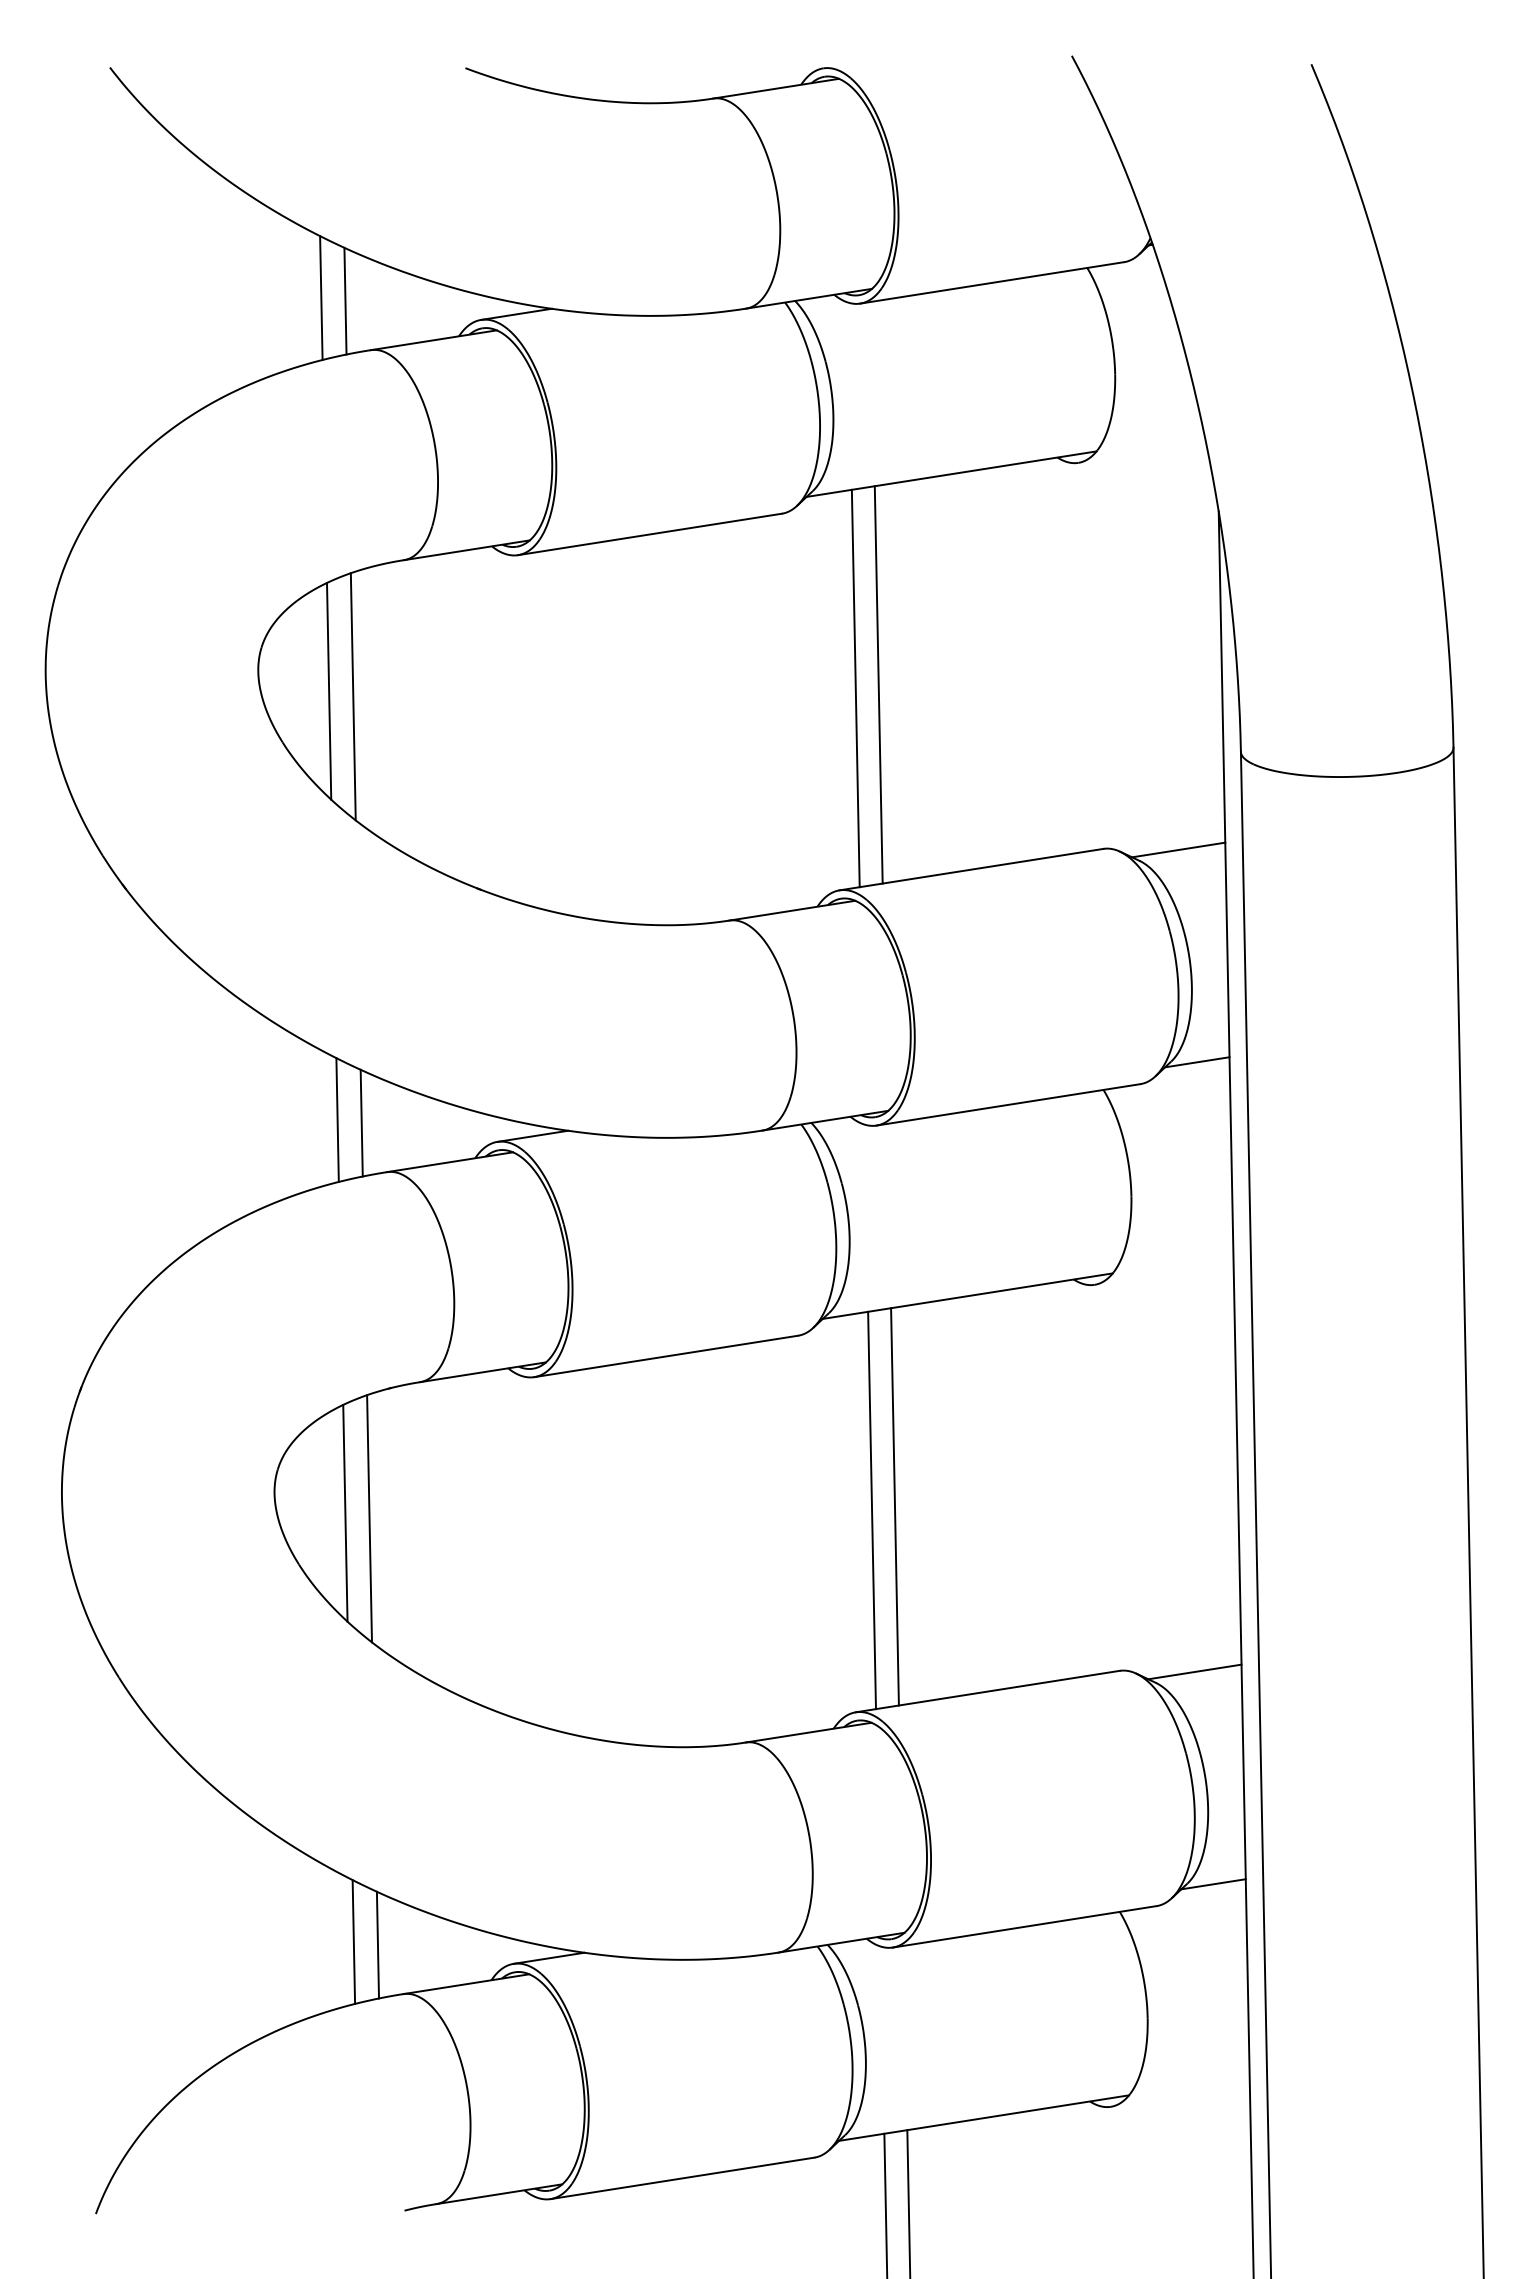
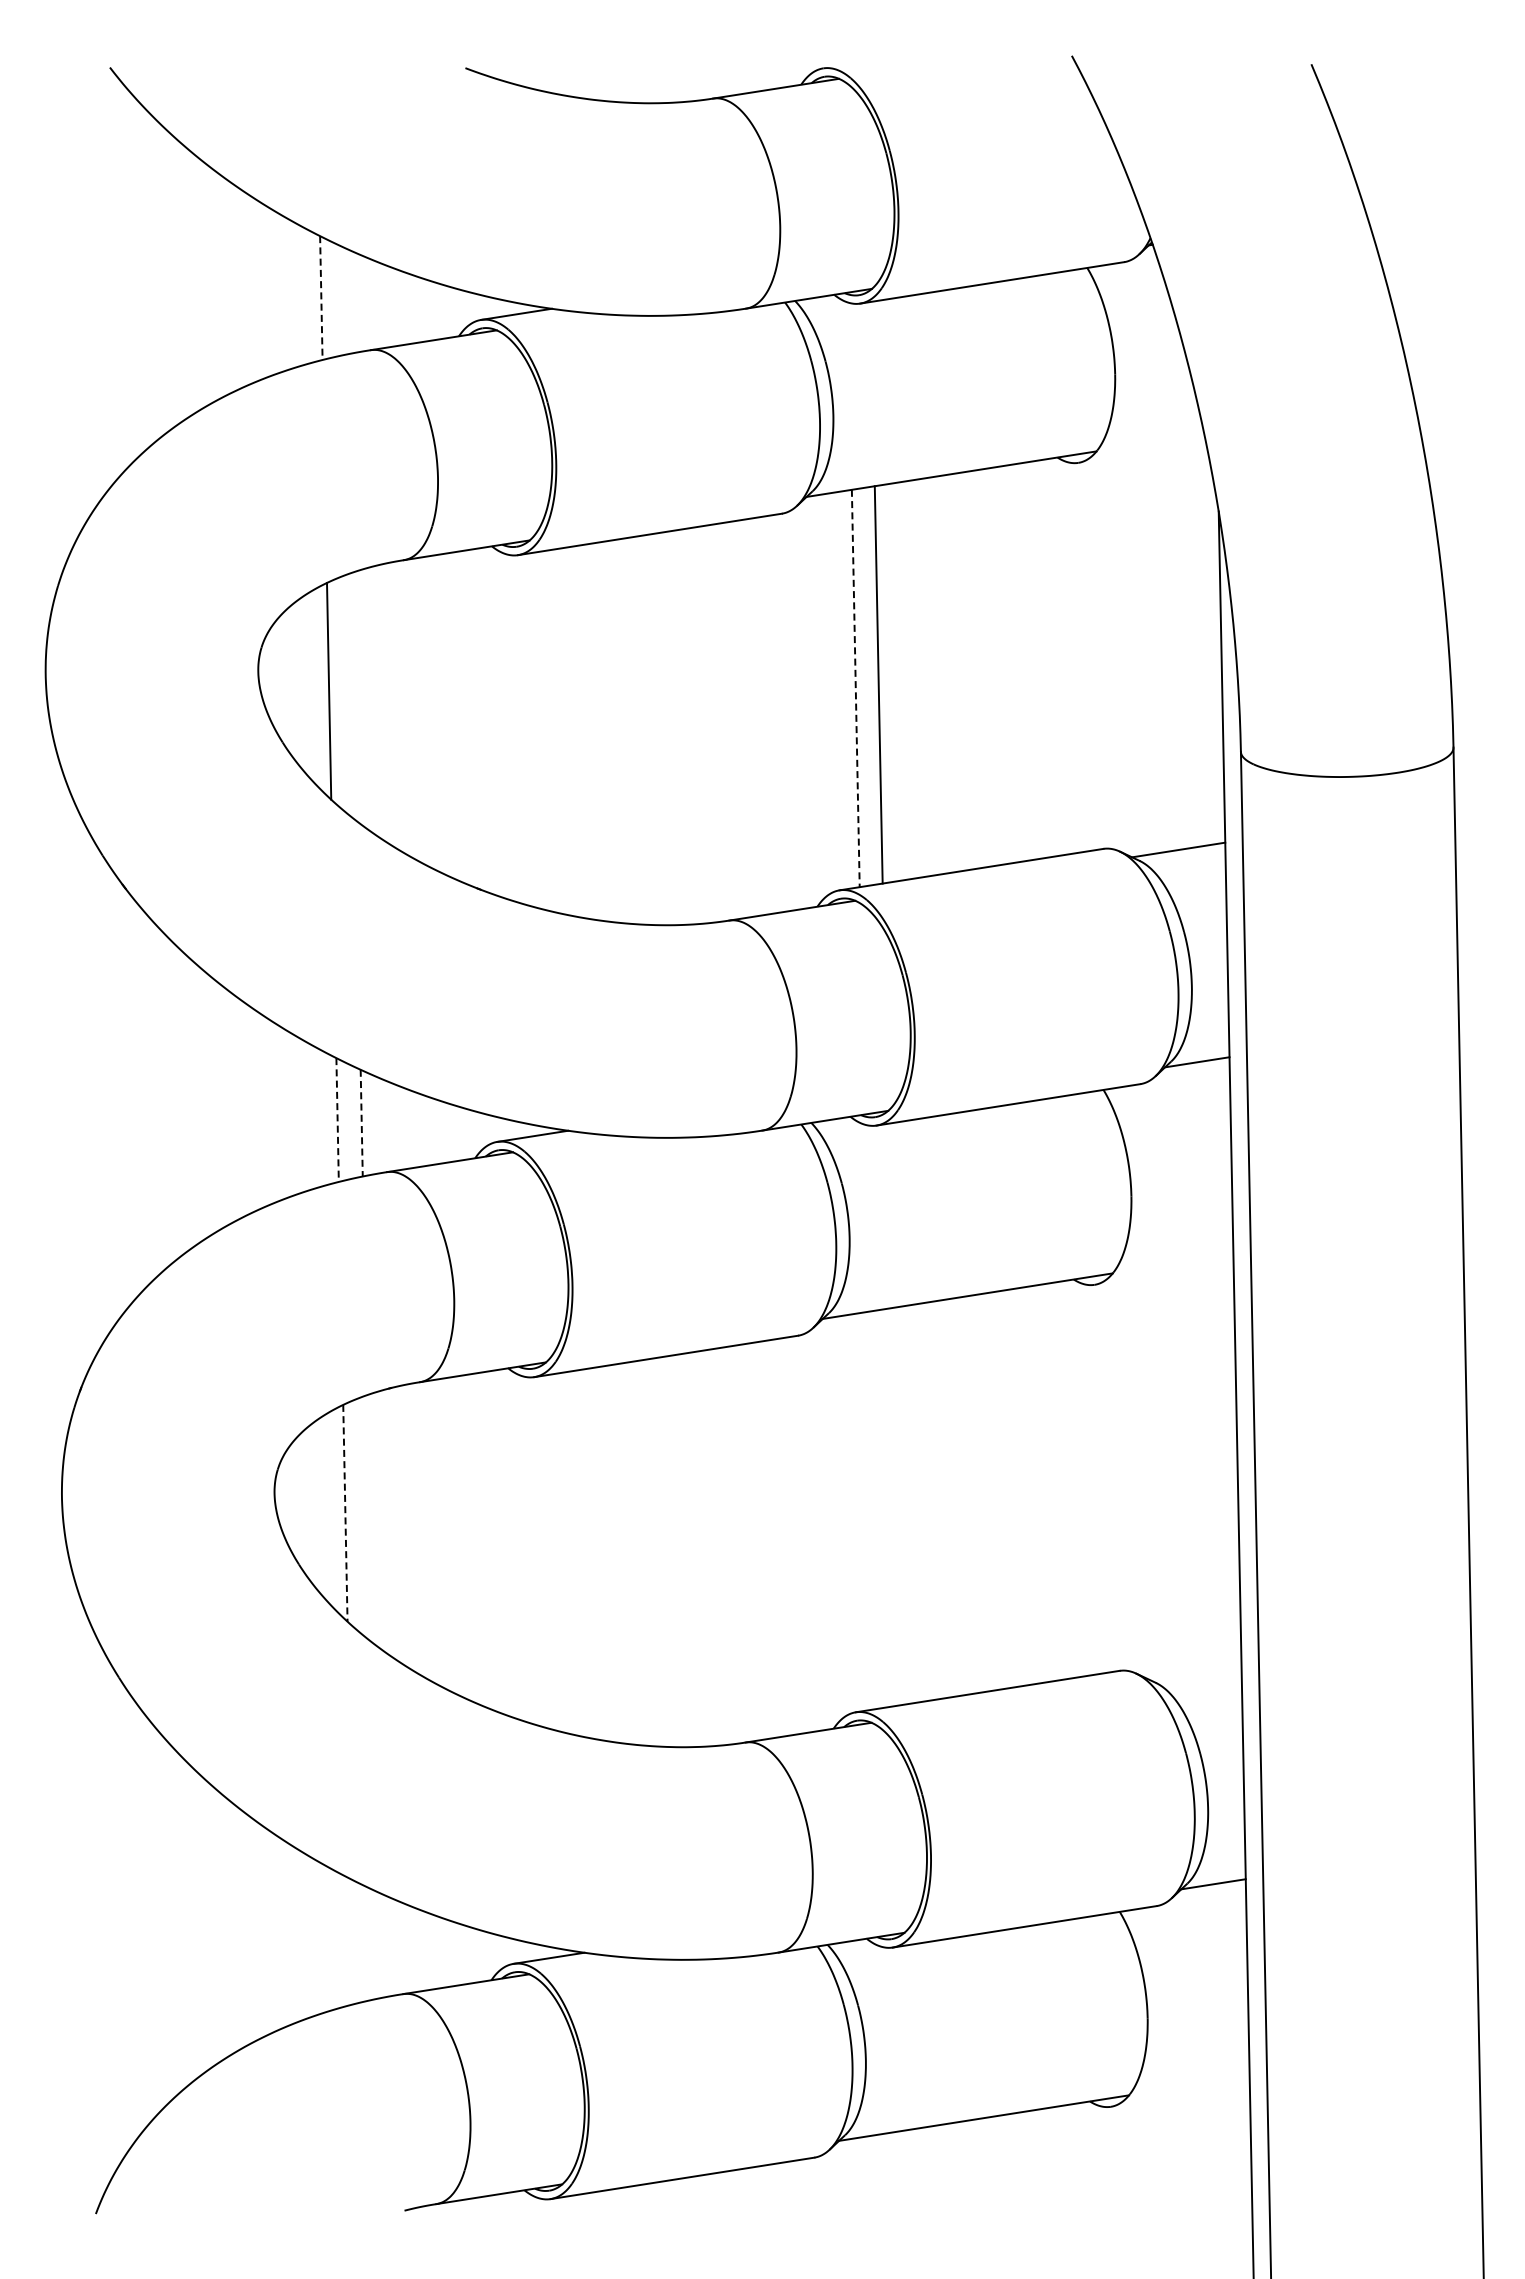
line at (321, 298): solid -> dashed
line at (345, 300): present -> none
line at (855, 688): solid -> dashed
line at (352, 696): present -> none
line at (337, 1120): solid -> dashed
line at (361, 1123): solid -> dashed
line at (894, 1506): present -> none
line at (871, 1510): present -> none
line at (345, 1513): solid -> dashed
line at (369, 1518): present -> none
line at (1194, 1671): present -> none
line at (353, 1941): present -> none
line at (377, 1944): present -> none
line at (908, 2202): present -> none
line at (885, 2204): present -> none
